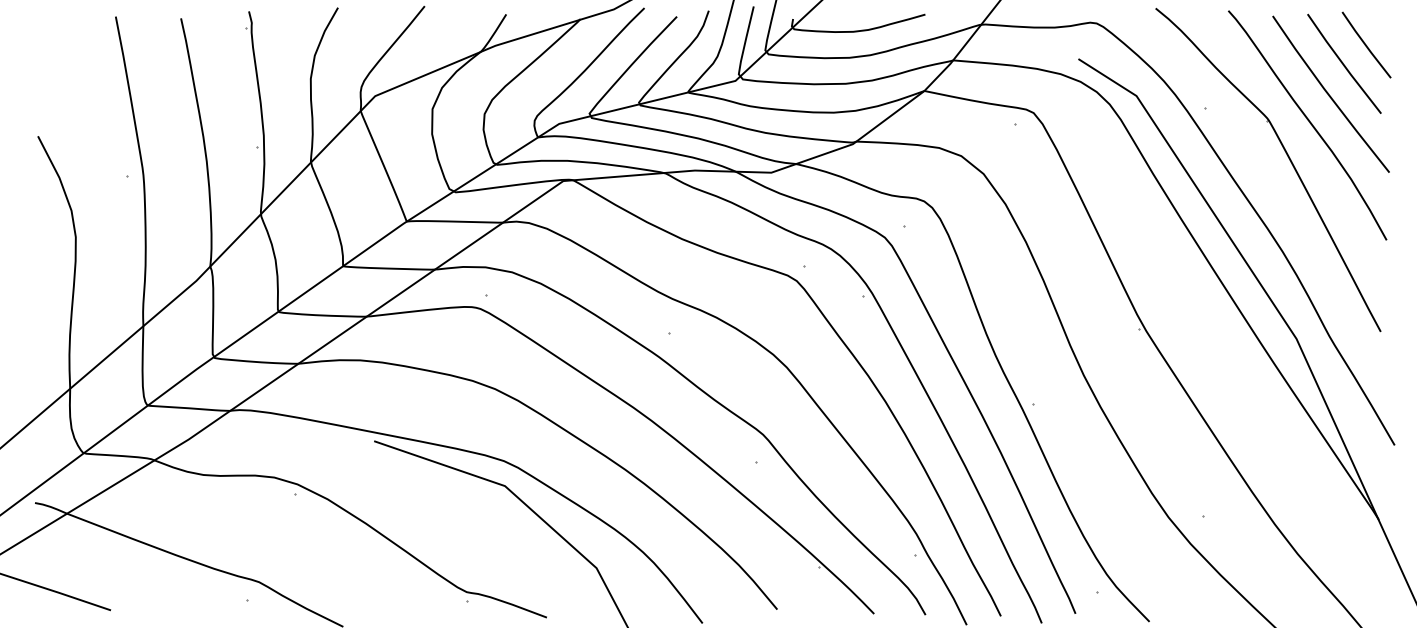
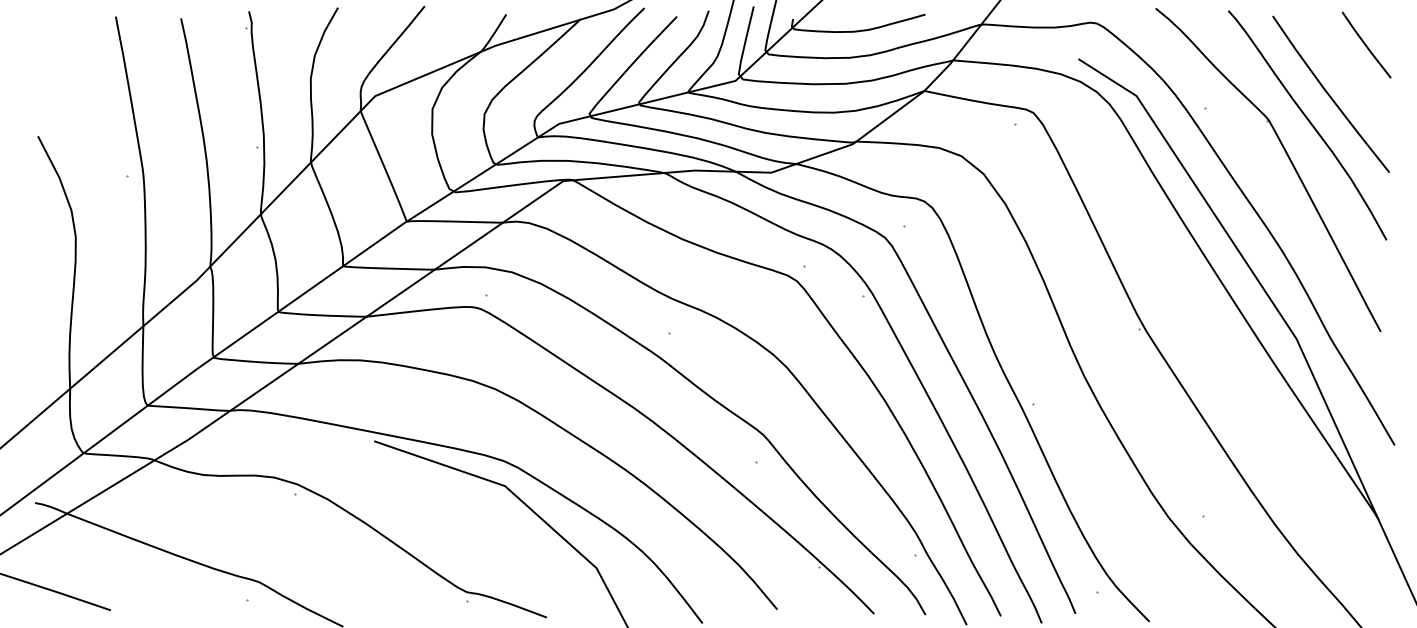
line at (1343, 63): present -> none
